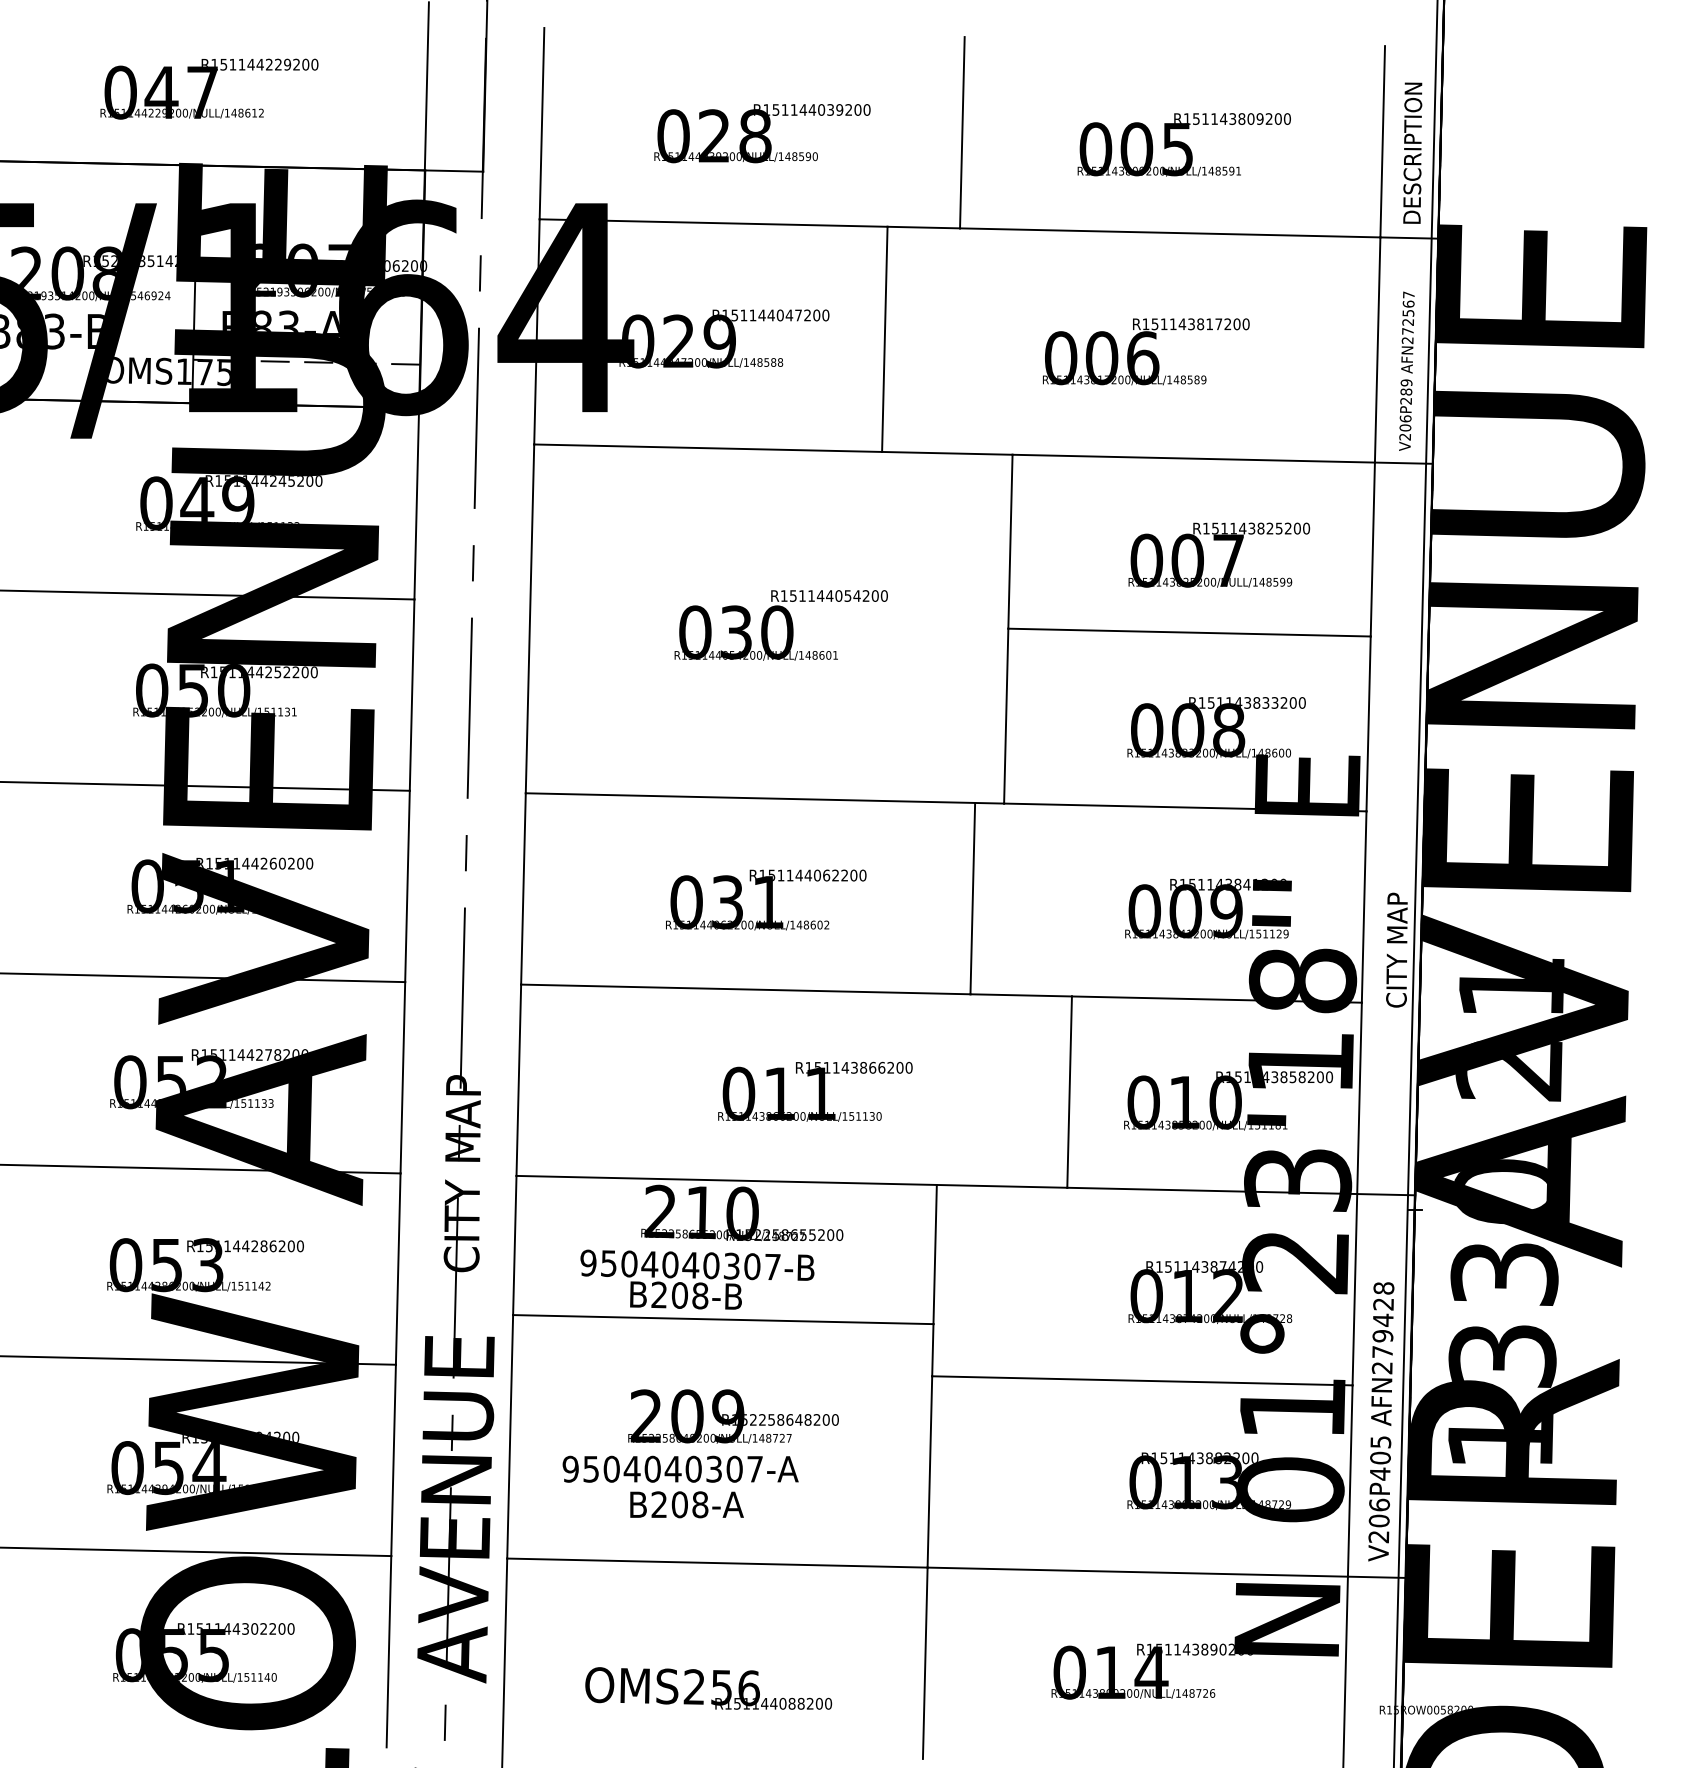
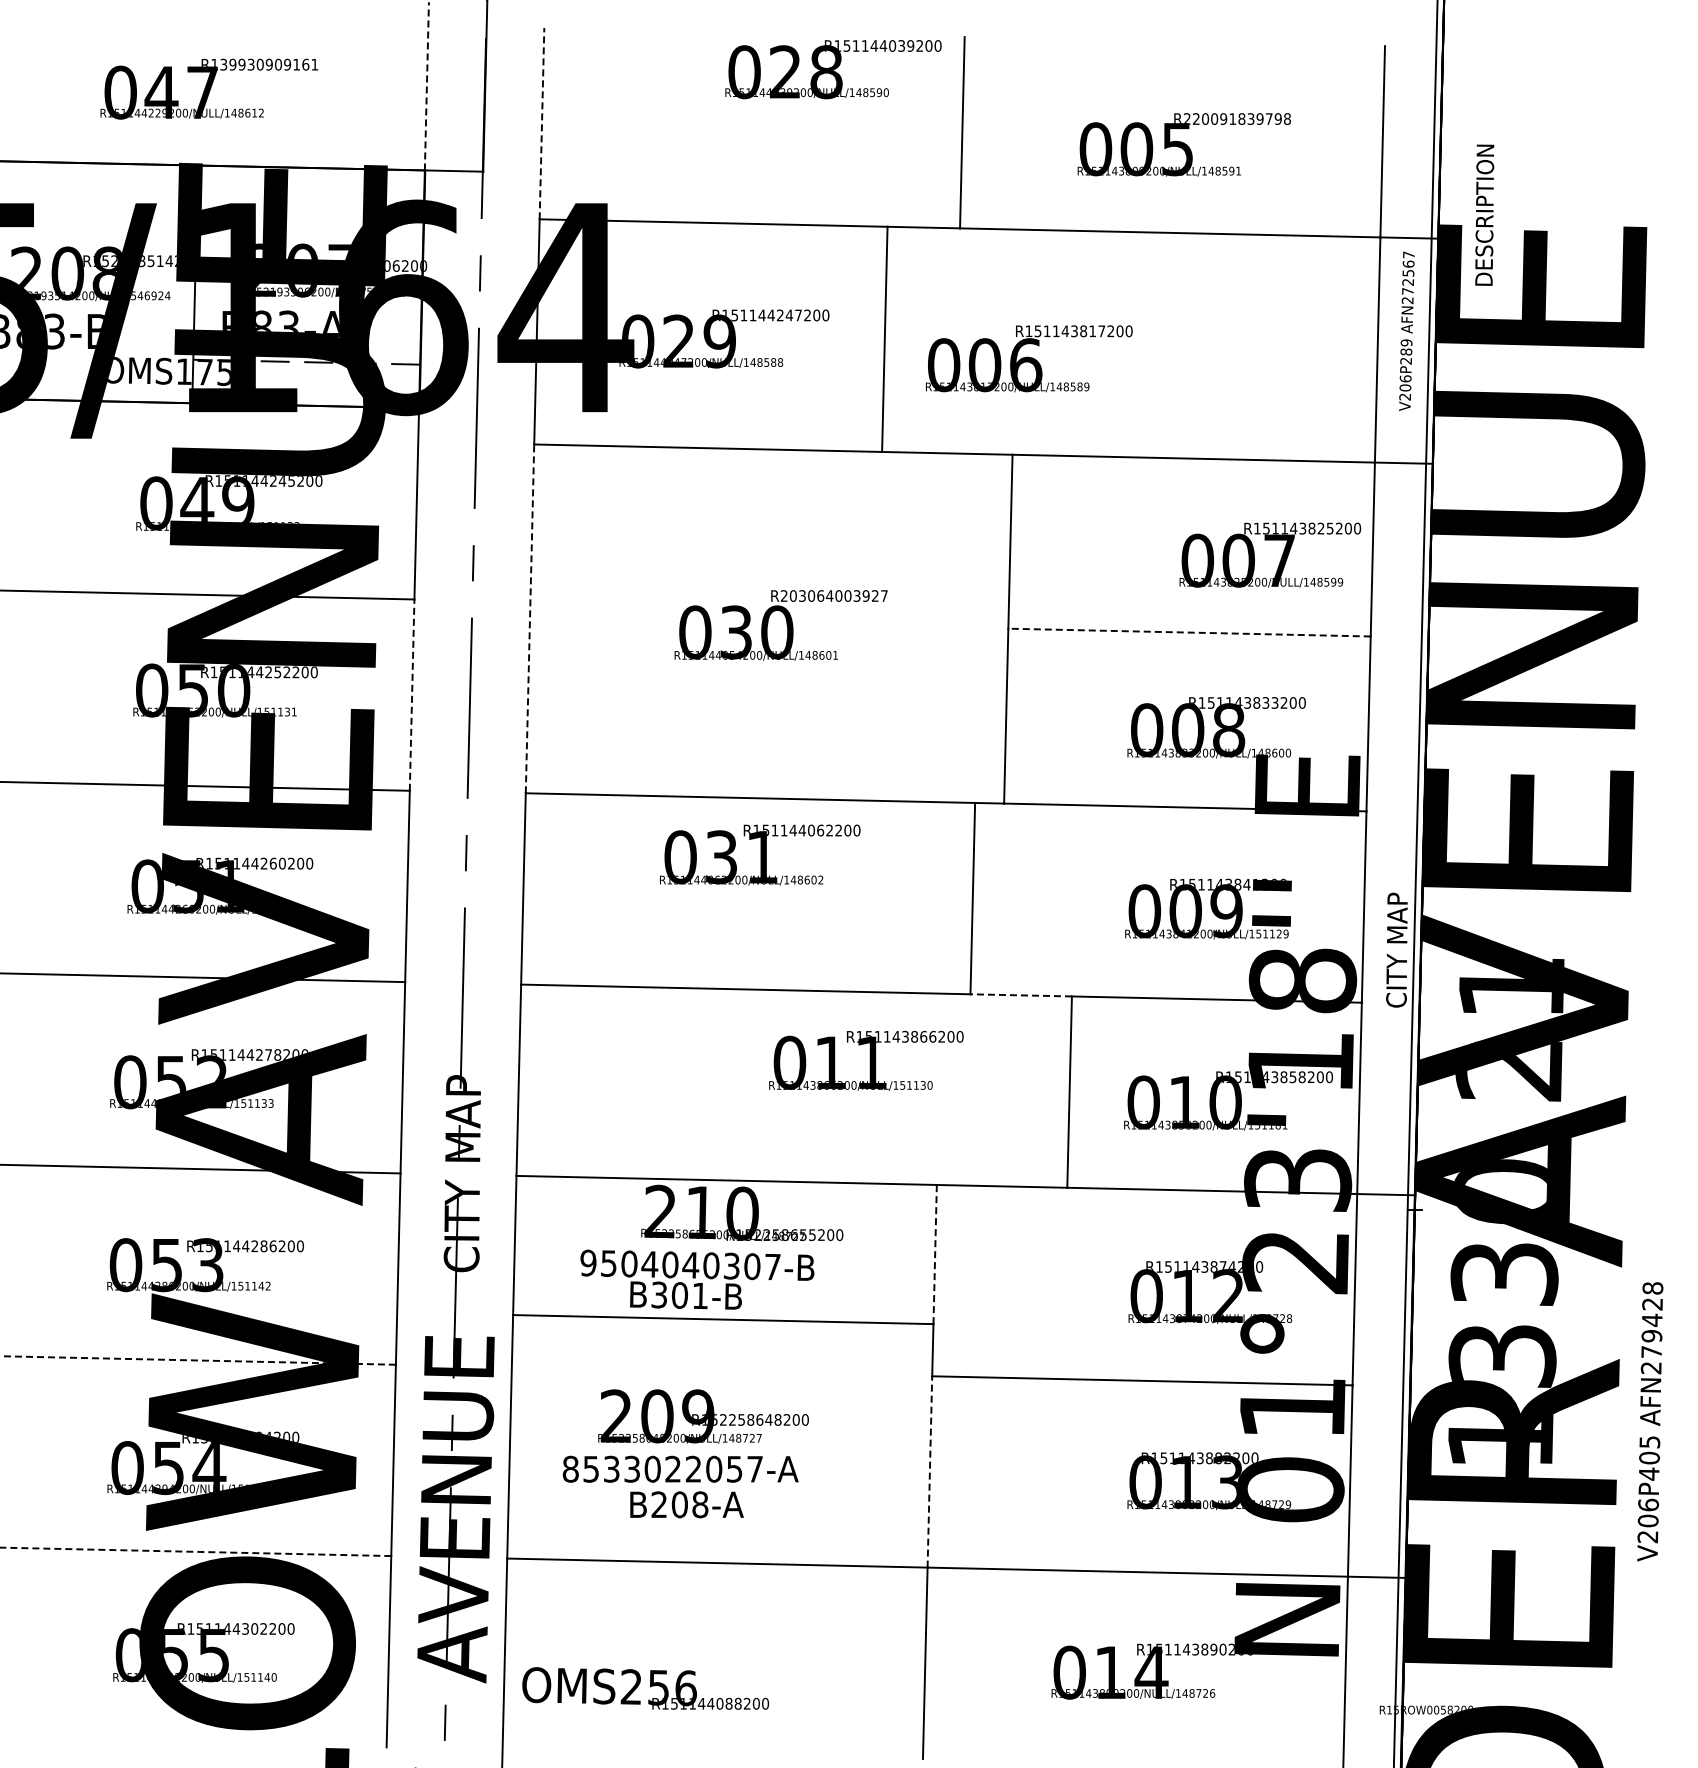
text at (269, 64): R151144229200 -> R139930909161
line at (426, 85): solid -> dashed
text at (1236, 118): R151143809200 -> R220091839798
line at (542, 123): solid -> dashed
text at (762, 133) position: (762, 133) -> (833, 69)
text at (1412, 152) position: (1412, 152) -> (1484, 214)
text at (779, 315): R151144047200 -> R151144247200
text at (1146, 351) position: (1146, 351) -> (1029, 358)
text at (1406, 370) position: (1406, 370) -> (1406, 330)
text at (1219, 554) position: (1219, 554) -> (1270, 554)
text at (833, 595): R151144054200 -> R203064003927
line at (530, 618): solid -> dashed
line at (1189, 632): solid -> dashed
line at (412, 695): solid -> dashed
text at (766, 899) position: (766, 899) -> (760, 854)
line at (1021, 995): solid -> dashed
text at (815, 1091) position: (815, 1091) -> (866, 1060)
line at (935, 1254): solid -> dashed
text at (679, 1295): B208-B -> B301-B
line at (198, 1360): solid -> dashed
text at (733, 1416) position: (733, 1416) -> (703, 1416)
text at (1381, 1421) position: (1381, 1421) -> (1650, 1421)
text at (652, 1468): 9504040307-A -> 8533022057-A
line at (929, 1471): solid -> dashed
line at (195, 1551): solid -> dashed
text at (708, 1688) position: (708, 1688) -> (645, 1688)
